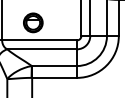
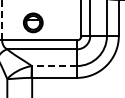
line at (2, 20): solid -> dashed
line at (54, 66): solid -> dashed
